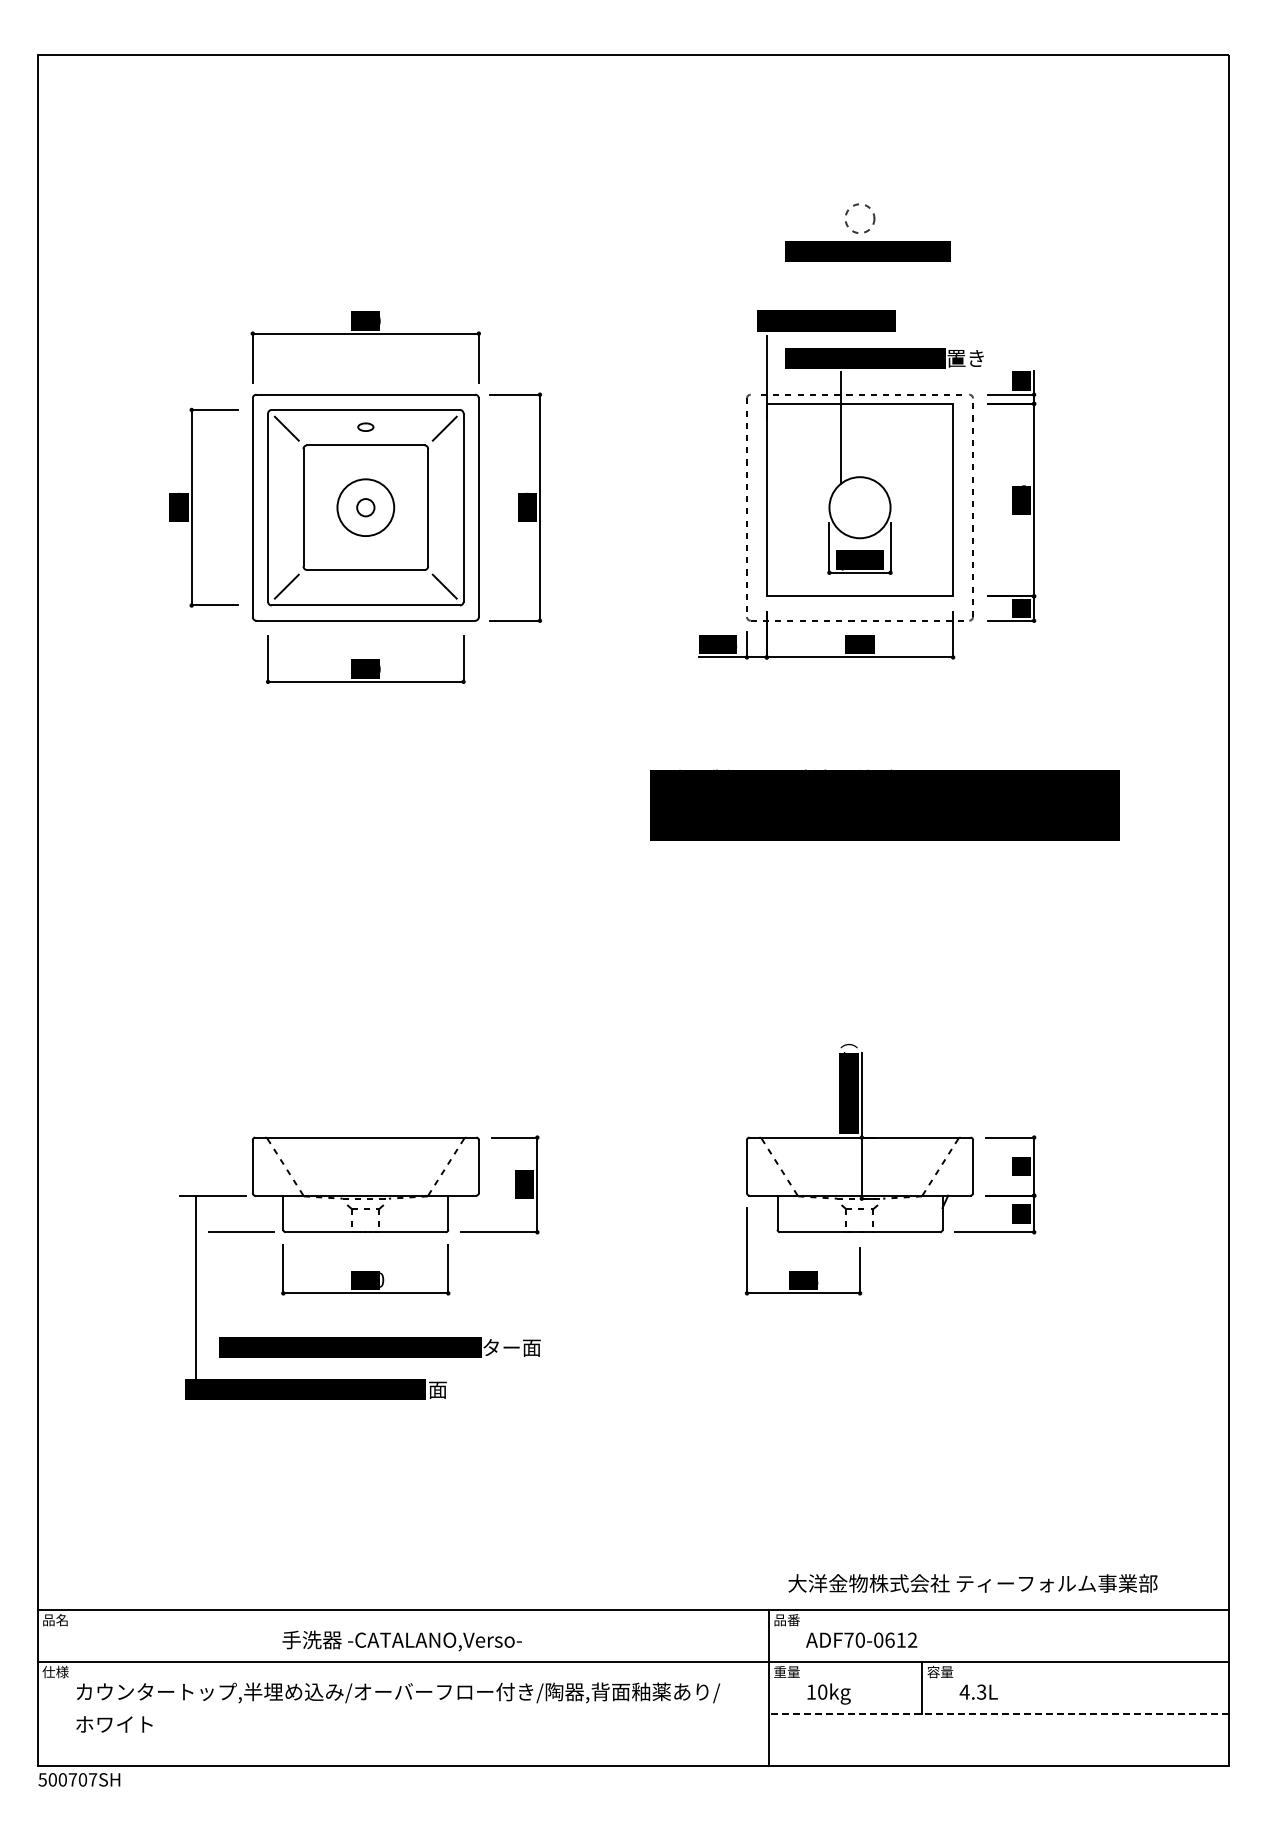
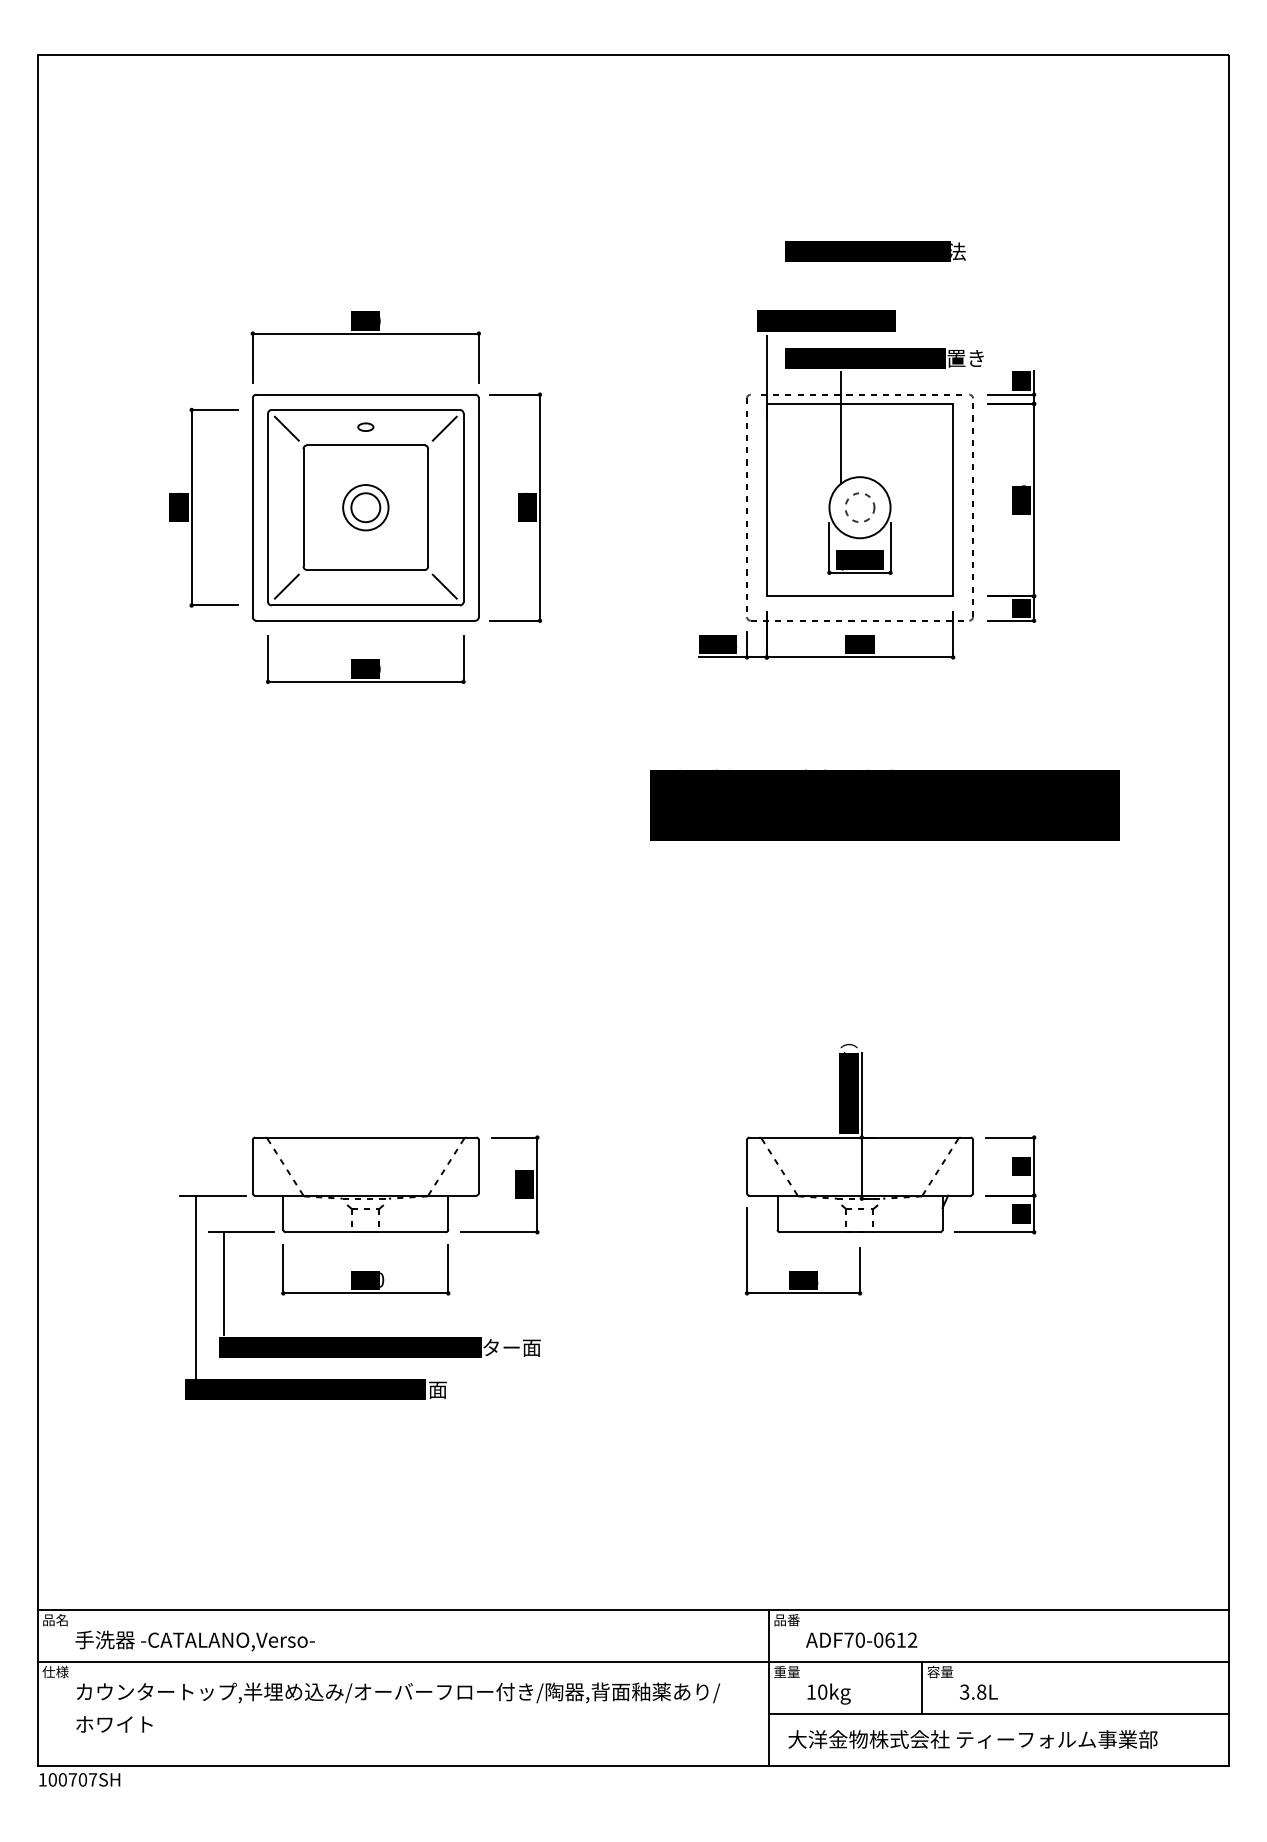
circle at (860, 218) position: (860, 218) -> (860, 507)
text at (958, 251): 半埋め込み置き -> カウンター切込寸法
circle at (365, 507) diameter: 17 px -> 29 px
circle at (365, 507) diameter: 57 px -> 45 px
line at (224, 1283): none -> present
text at (972, 1583) position: (972, 1583) -> (972, 1739)
text at (401, 1640) position: (401, 1640) -> (194, 1640)
text at (972, 1691): 4.3L -> 3.8L
line at (998, 1714): dashed -> solid
text at (42, 1779): 500707SH -> 100707SH
